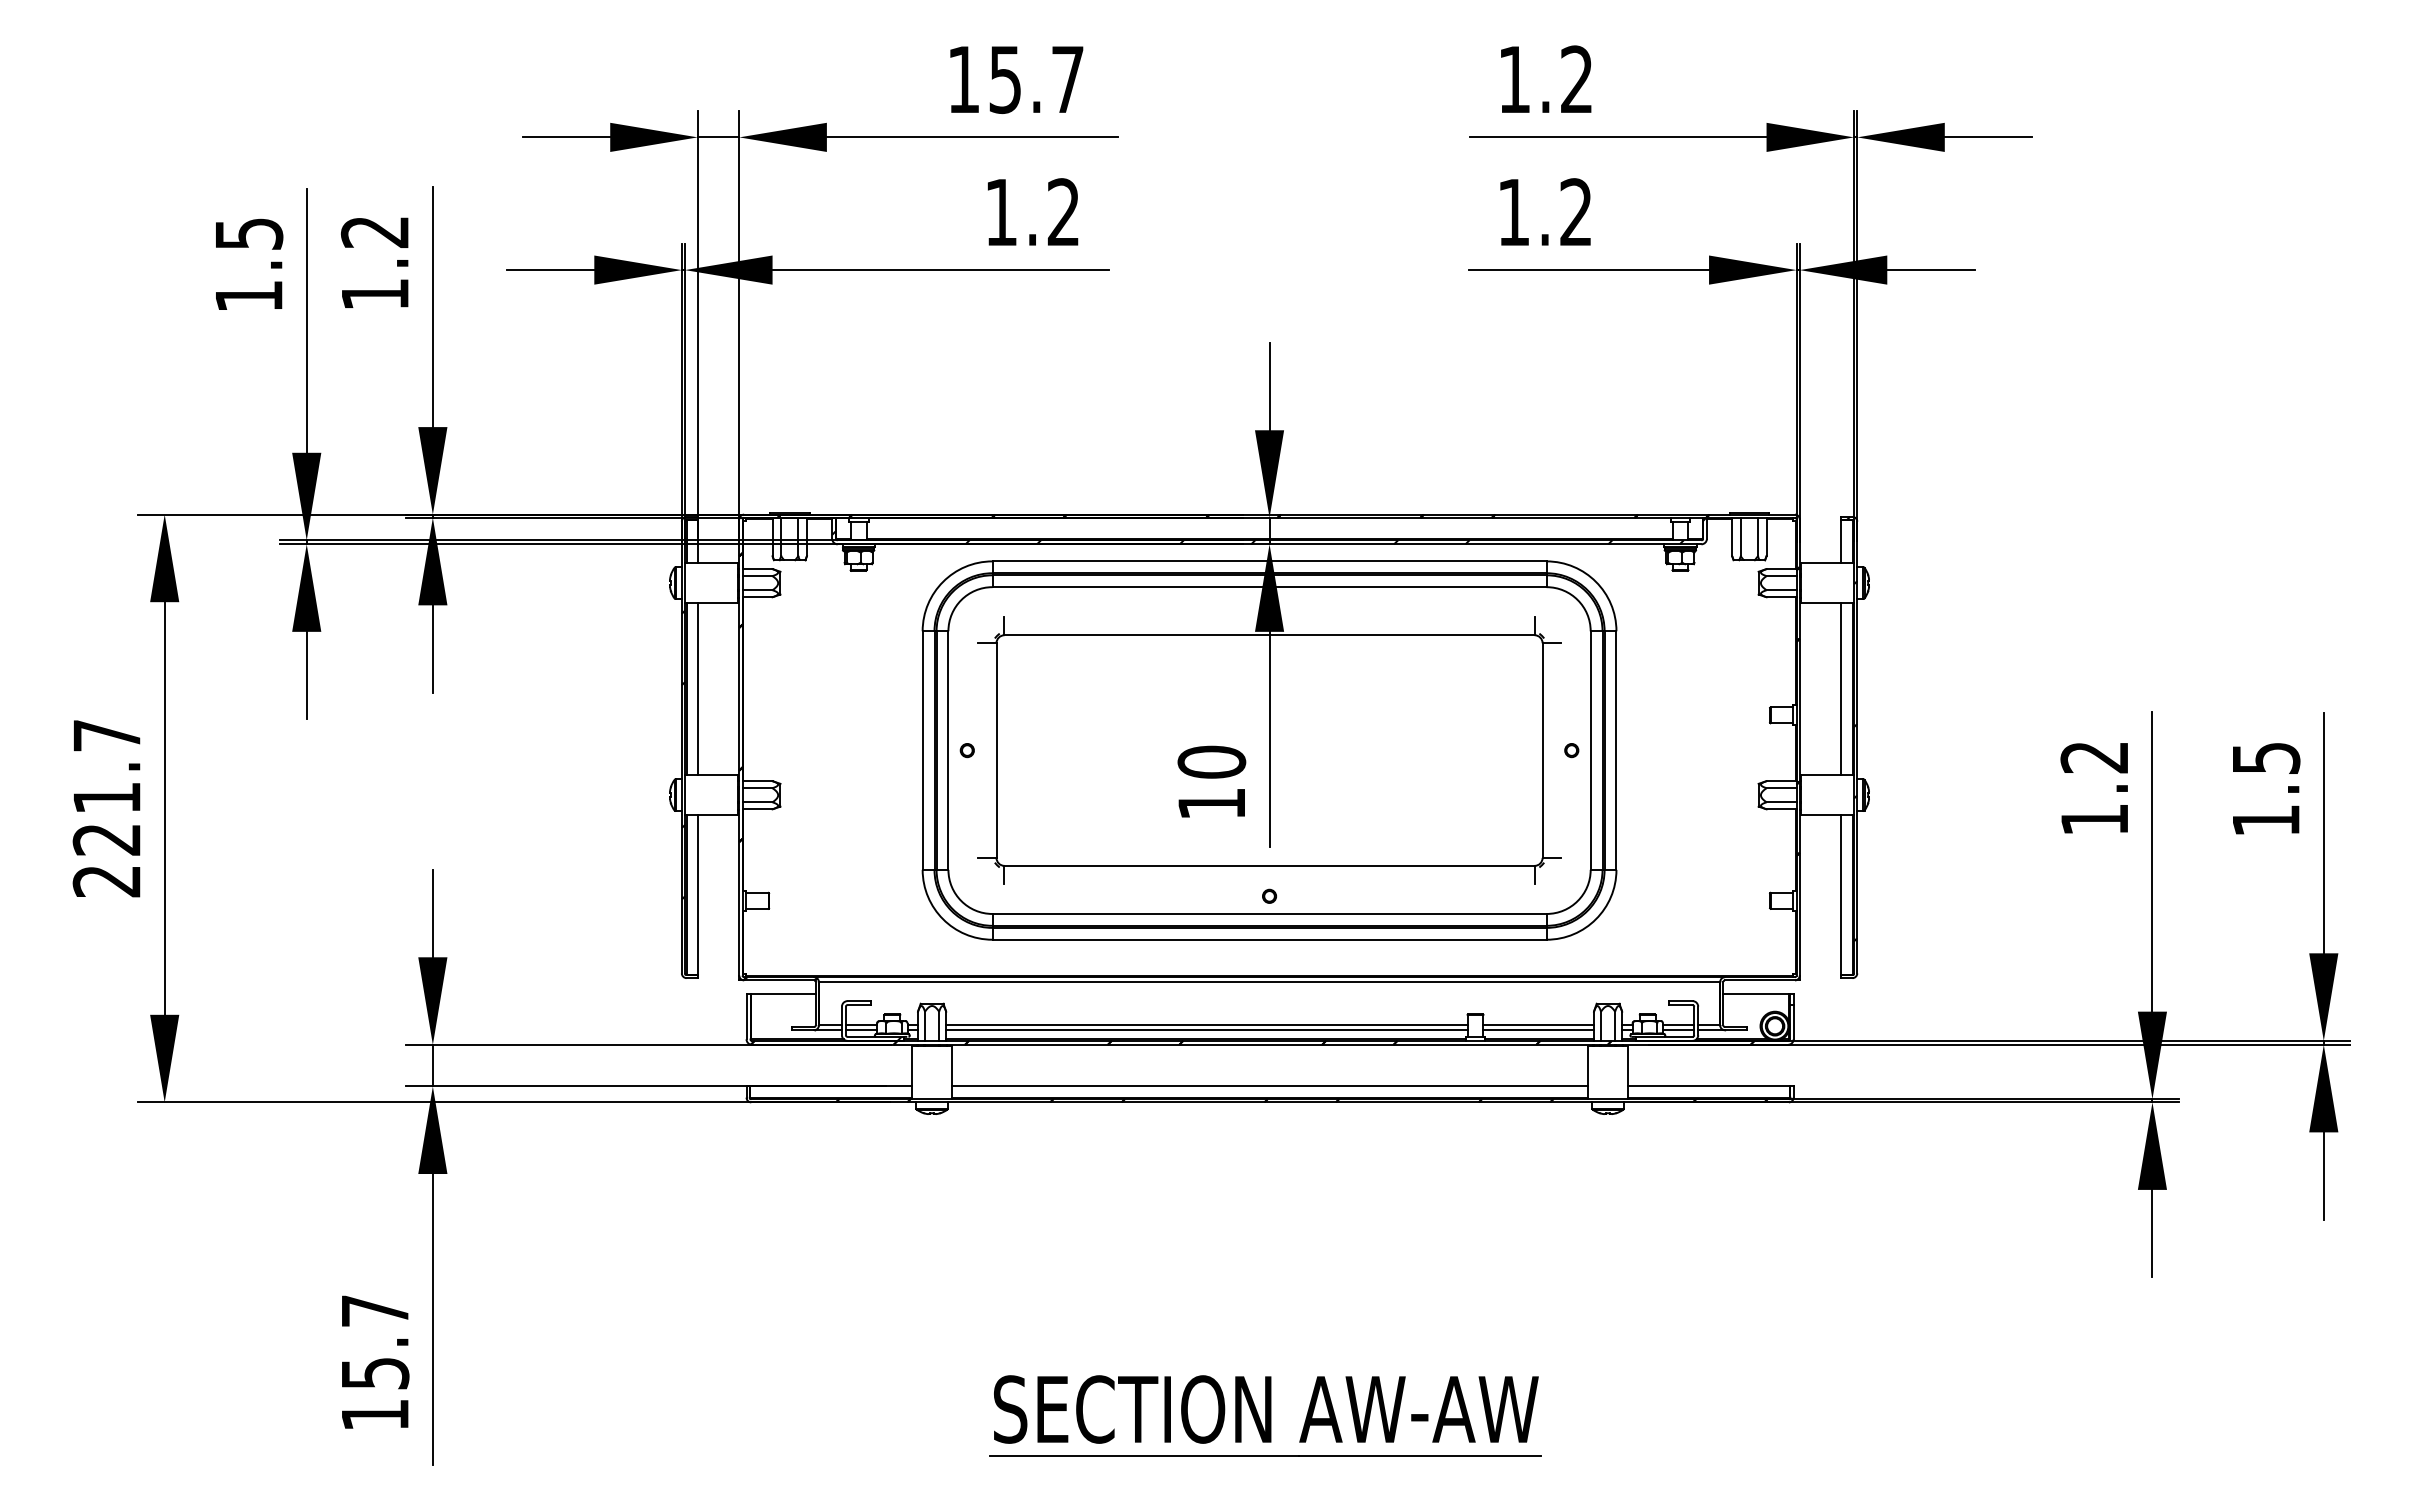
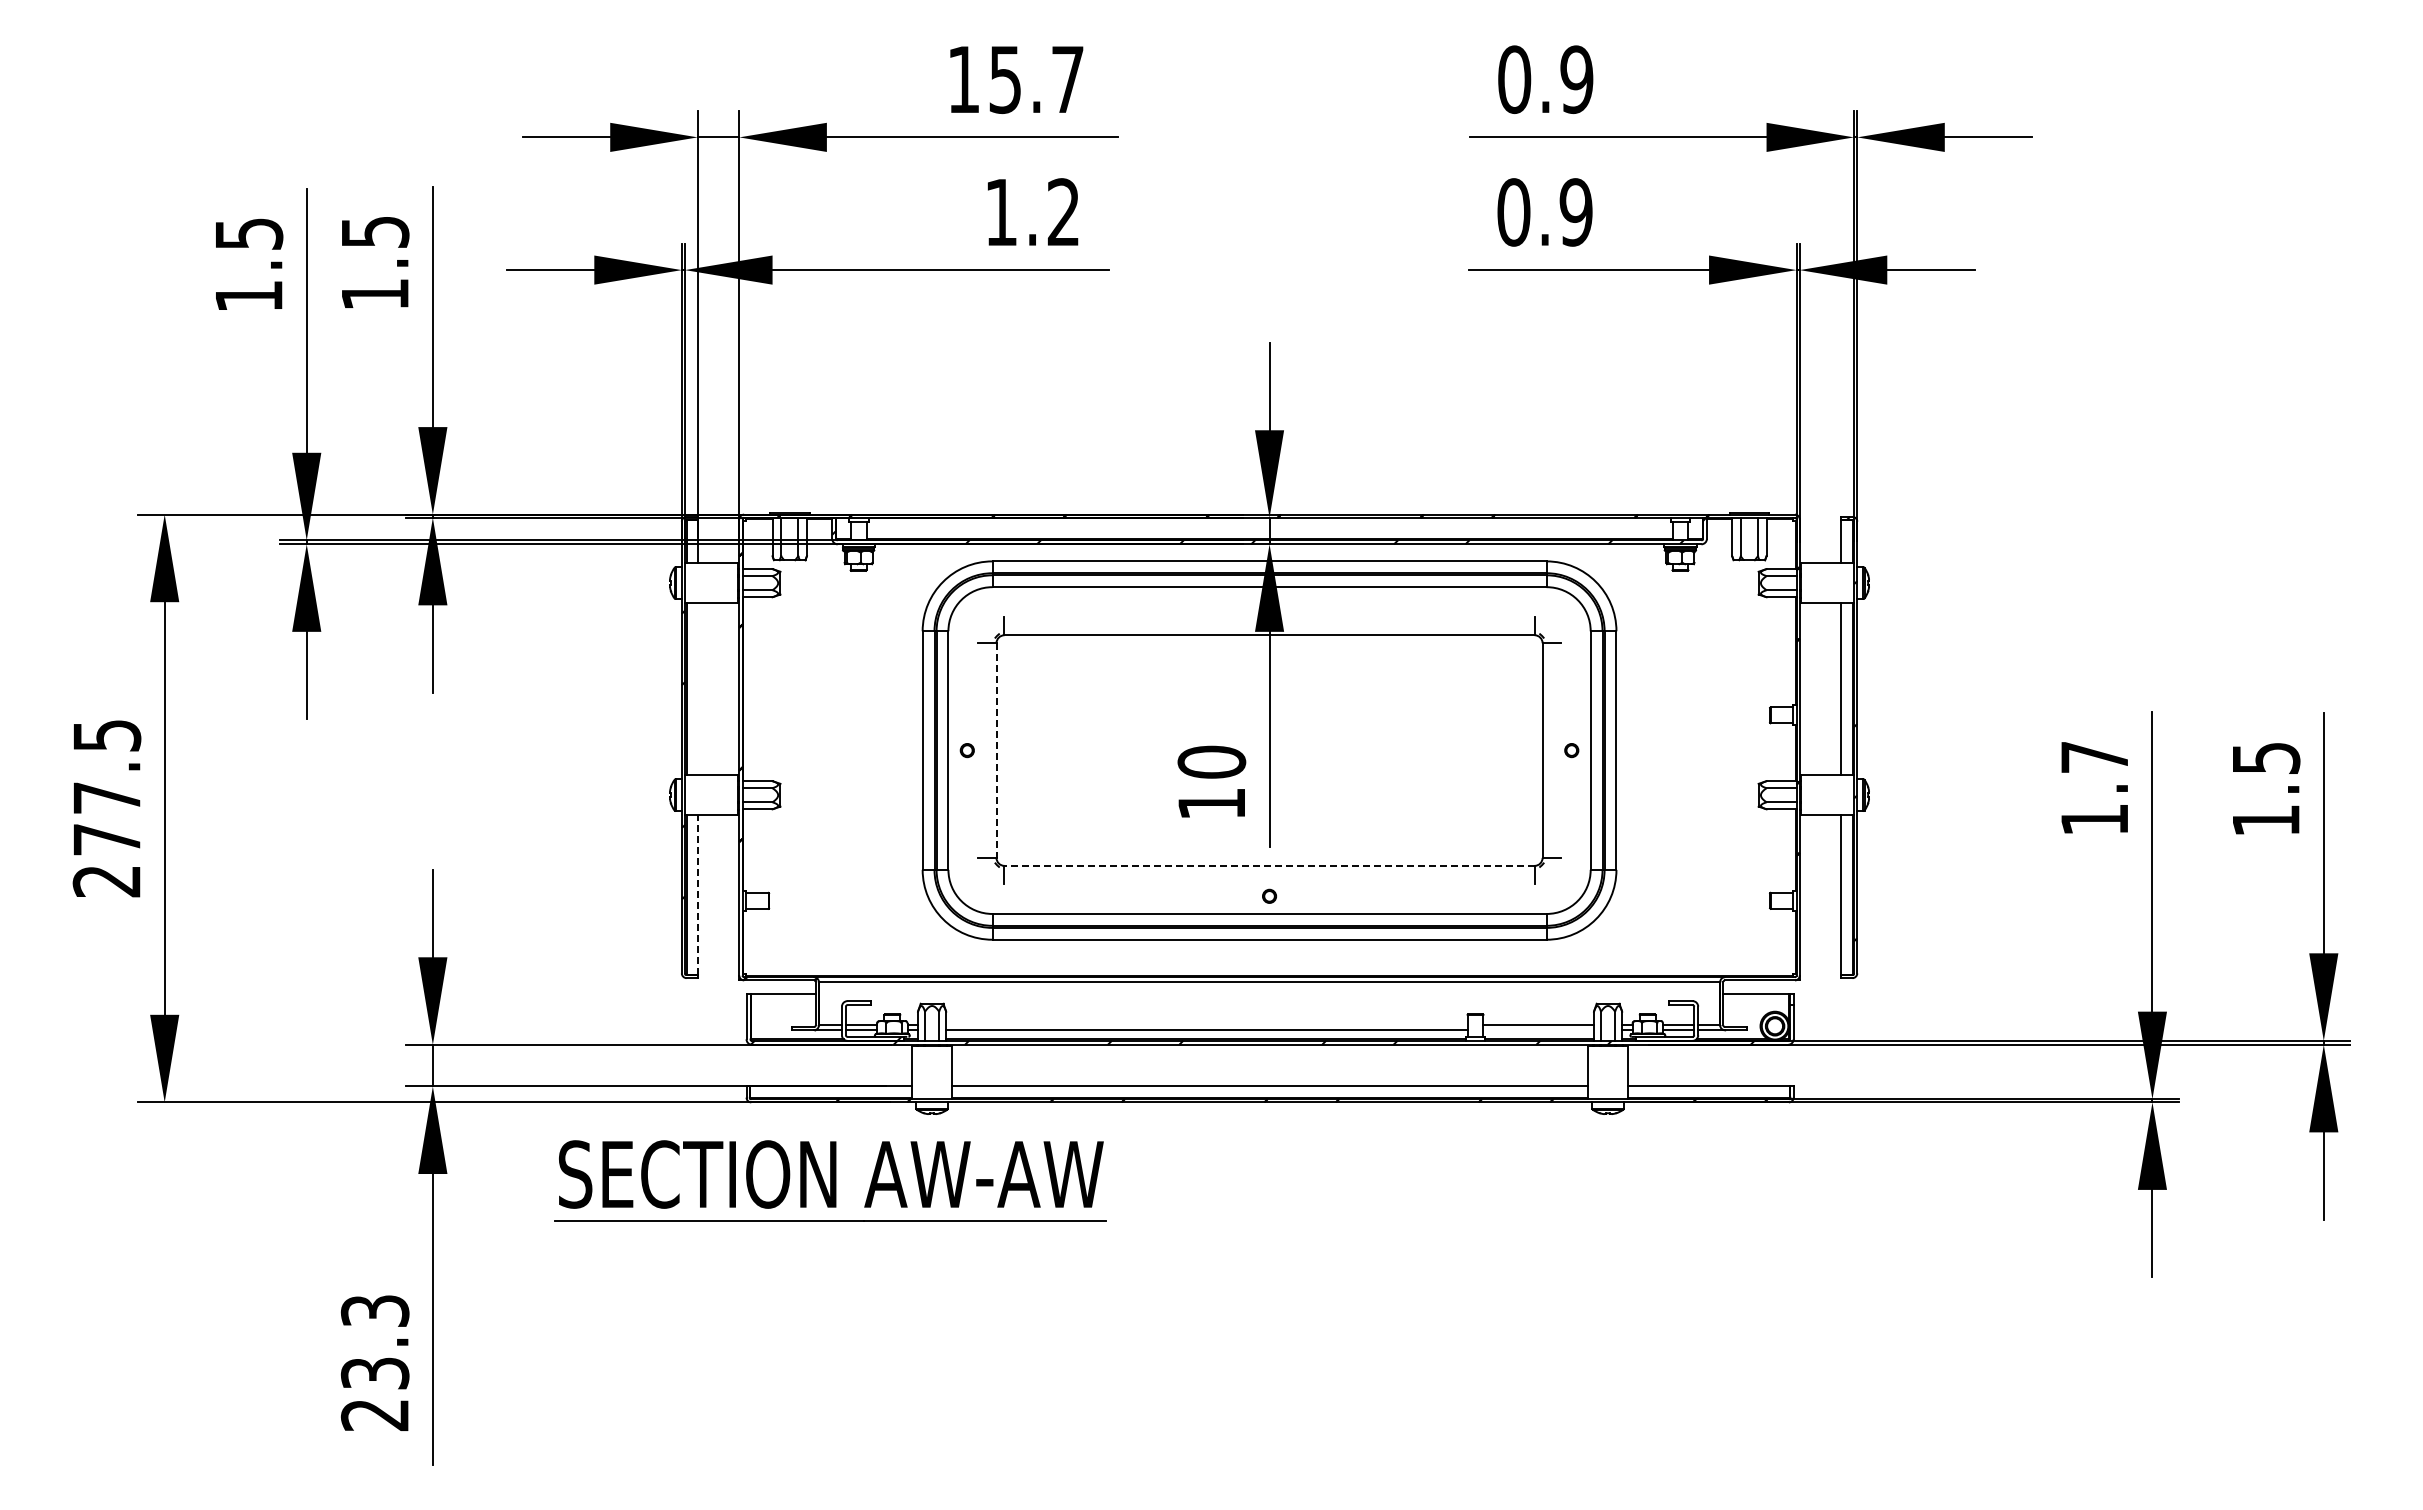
text at (1545, 79): 1.2 -> 0.9
text at (1544, 212): 1.2 -> 0.9
text at (374, 232): 1.2 -> 1.5
line at (697, 689): present -> none
line at (996, 751): solid -> dashed
text at (2093, 757): 1.2 -> 1.7
text at (106, 787): 221.7 -> 277.5
line at (1269, 865): solid -> dashed
line at (697, 894): solid -> dashed
hatch at (1270, 1024): present -> none
line at (1206, 1025): present -> none
line at (1538, 1030): present -> none
text at (374, 1362): 15.7 -> 23.3
part at (1265, 1415) position: (1265, 1415) -> (830, 1180)
